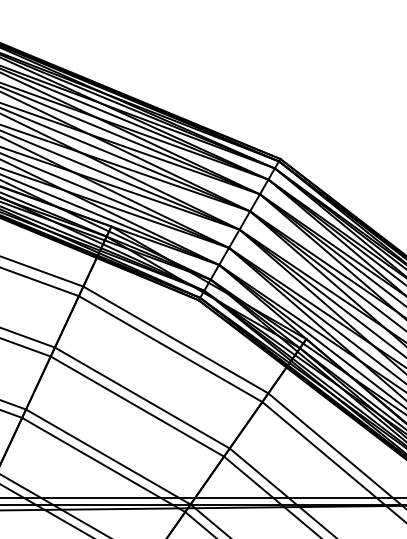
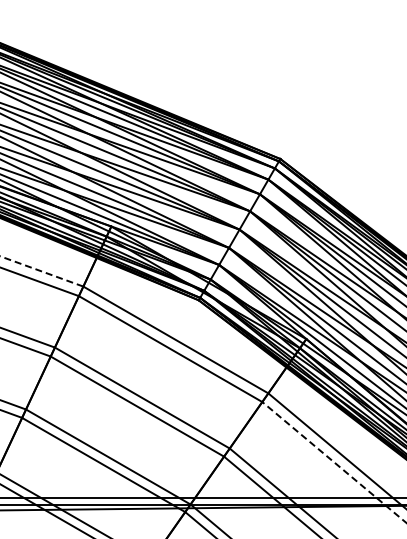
line at (42, 271): solid -> dashed
line at (334, 462): solid -> dashed
